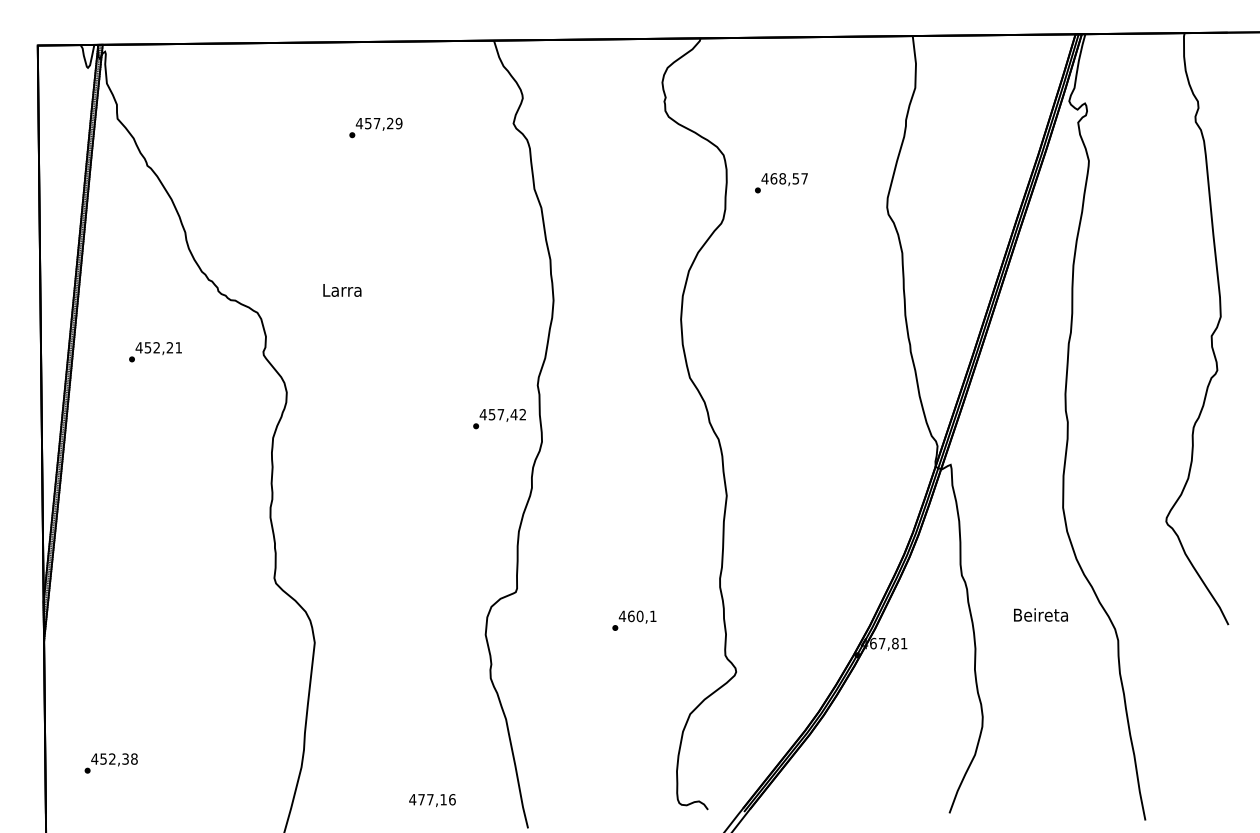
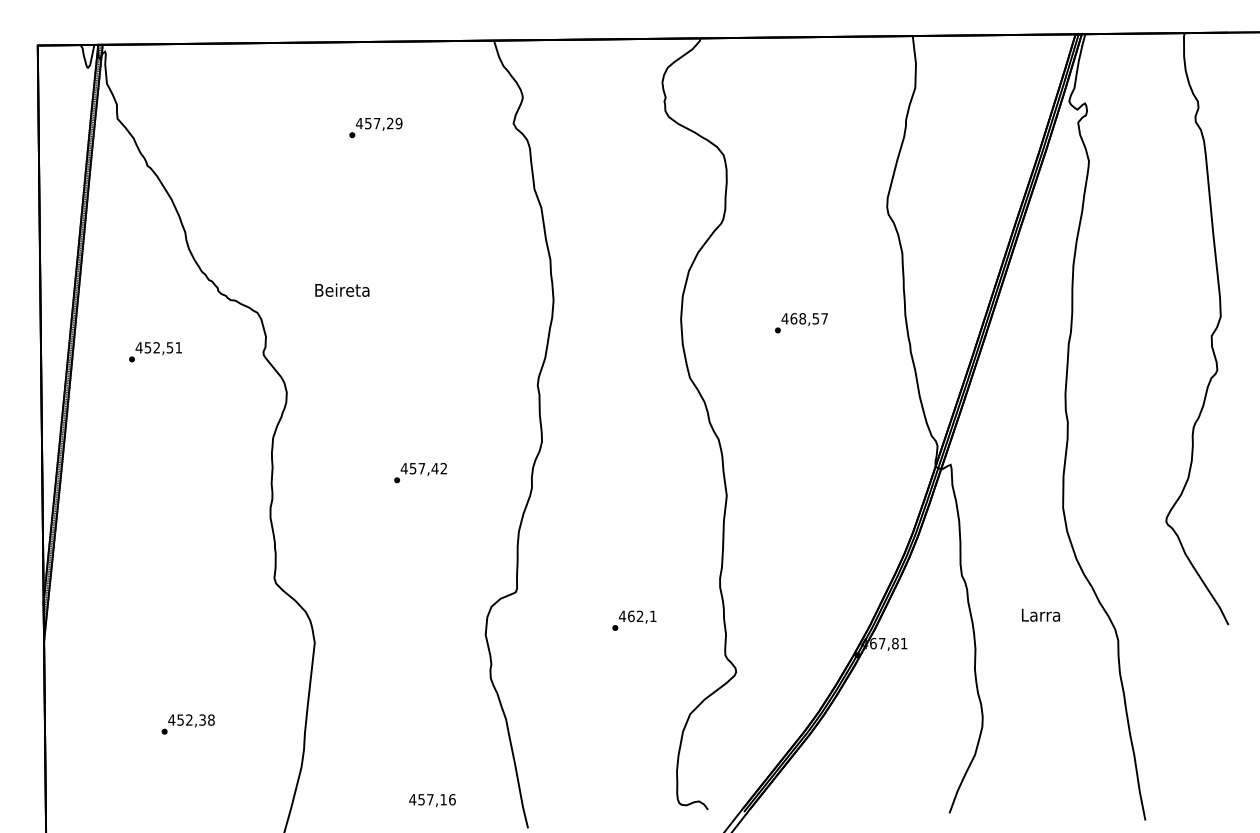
text at (781, 183) position: (781, 183) -> (801, 323)
text at (342, 289): Larra -> Beireta
text at (169, 347): 452,21 -> 452,51
text at (499, 419) position: (499, 419) -> (420, 473)
text at (1040, 614): Beireta -> Larra
text at (639, 616): 460,1 -> 462,1
text at (110, 763) position: (110, 763) -> (187, 724)
text at (421, 799): 477,16 -> 457,16
